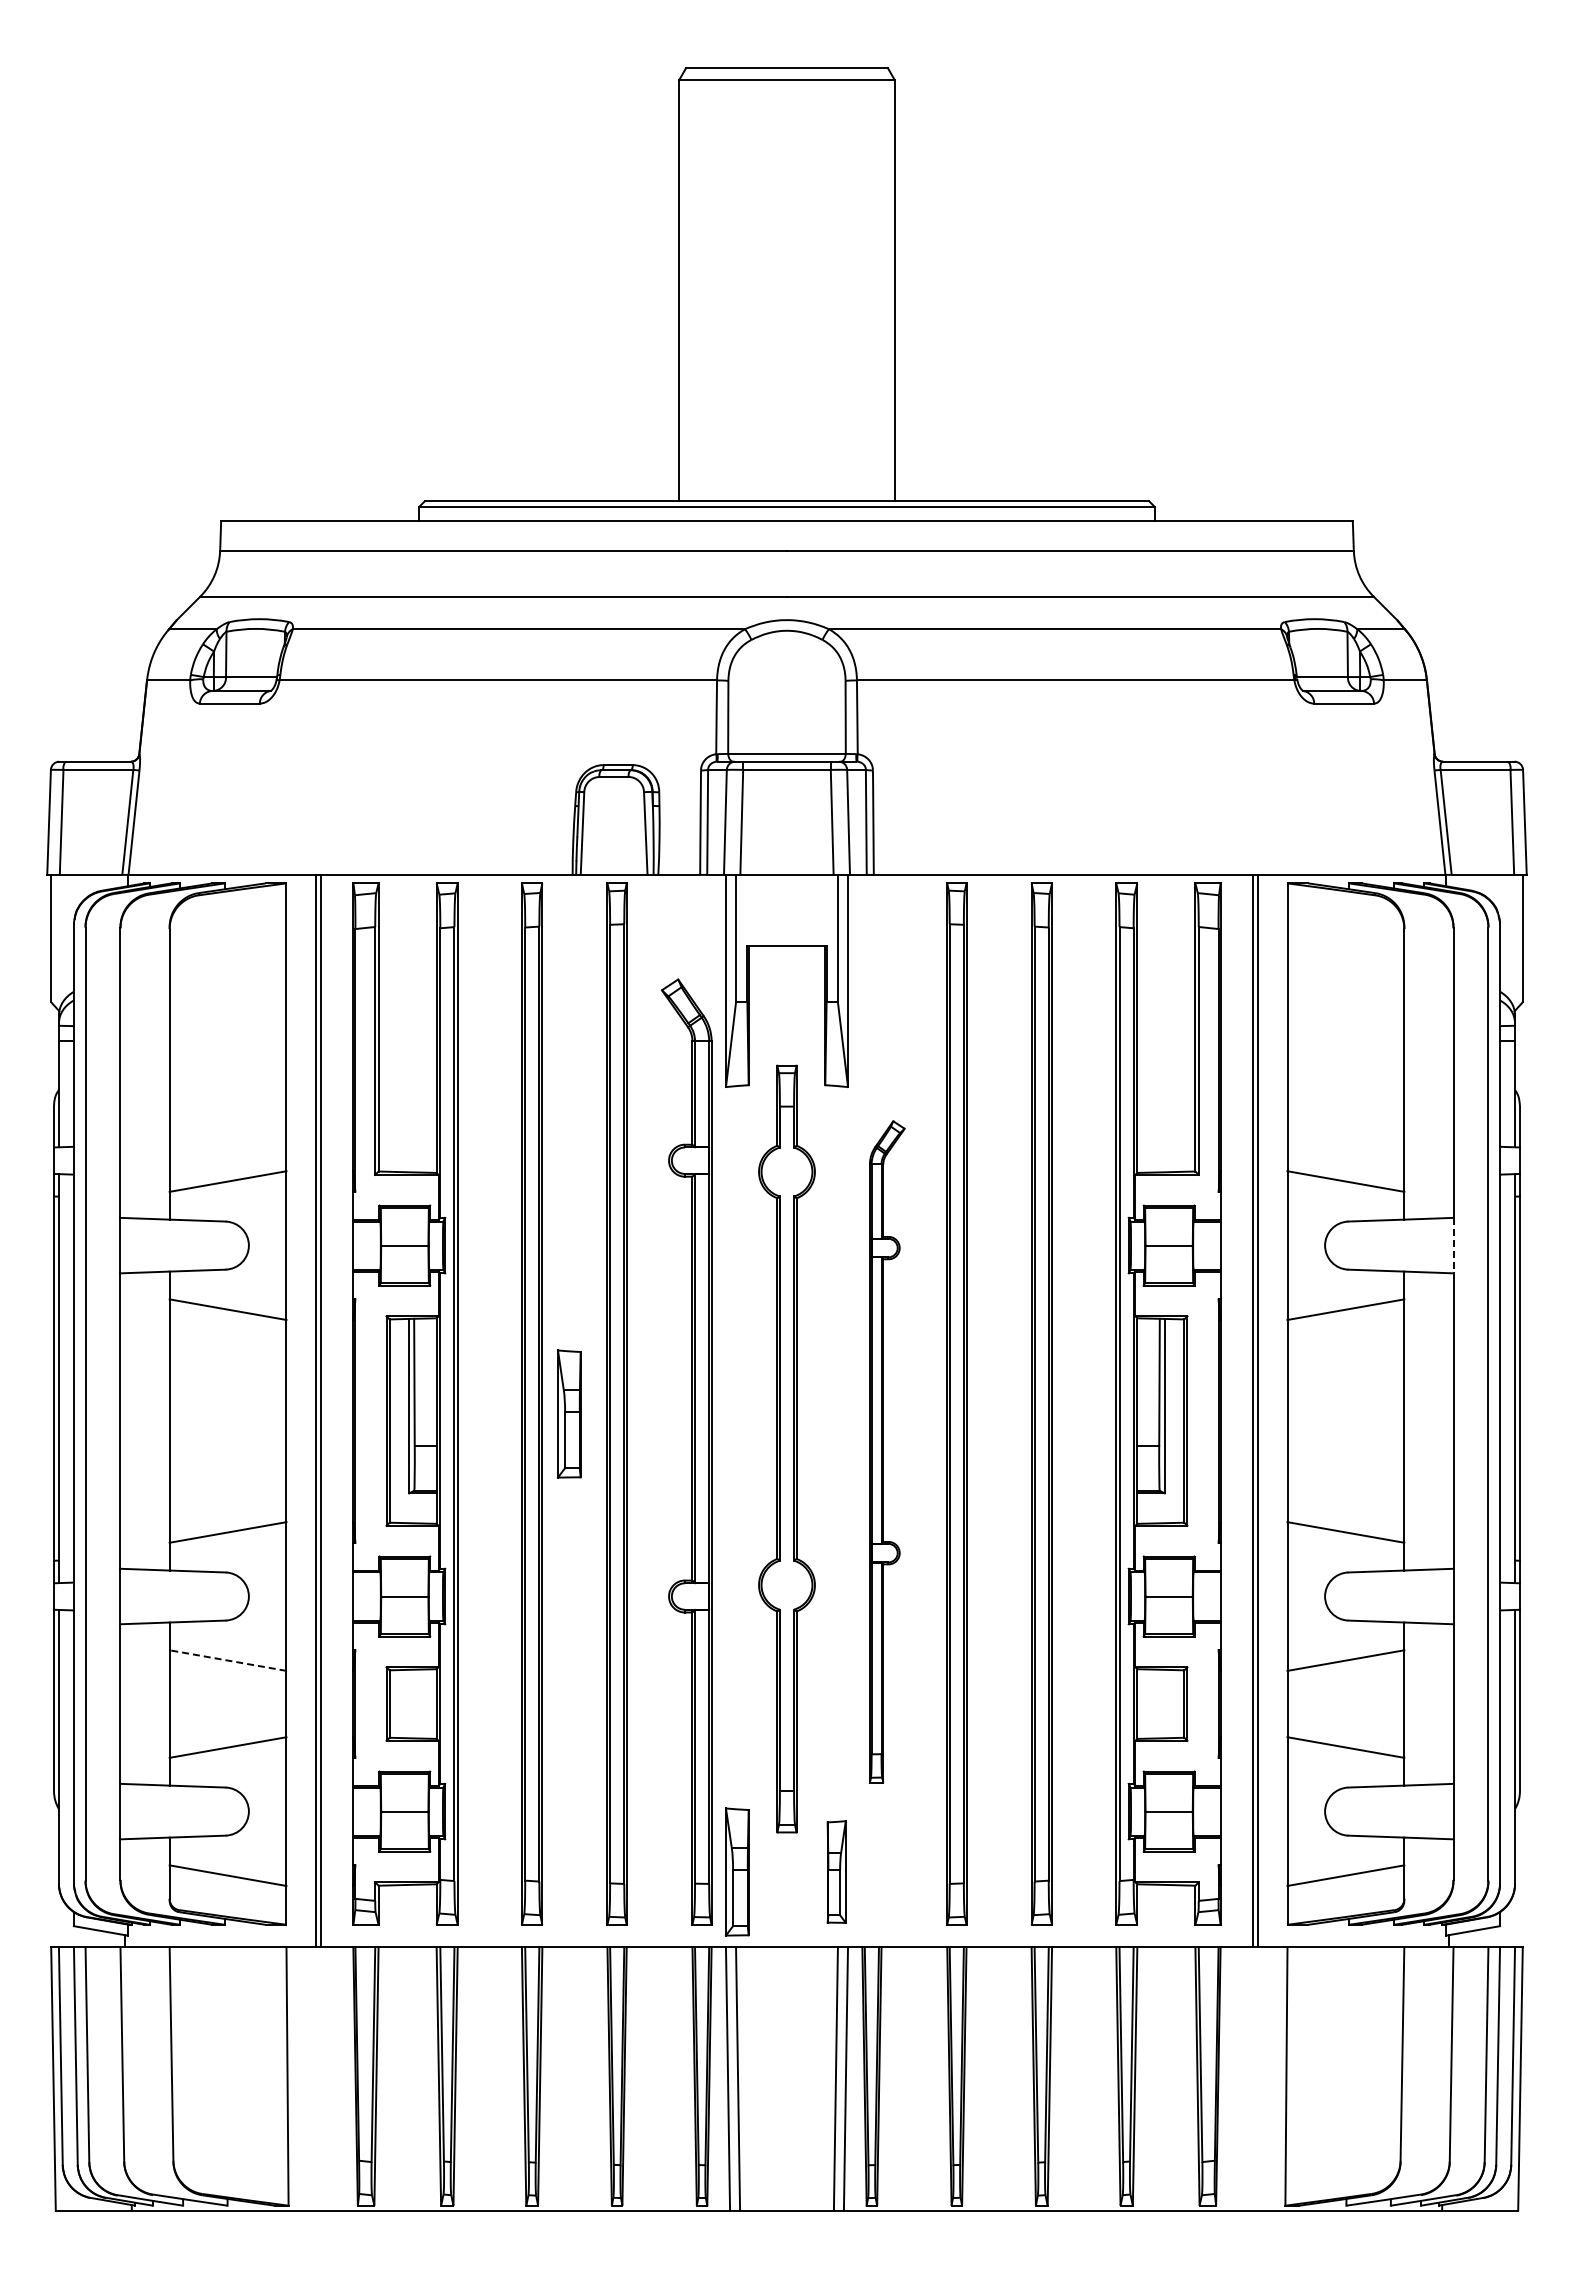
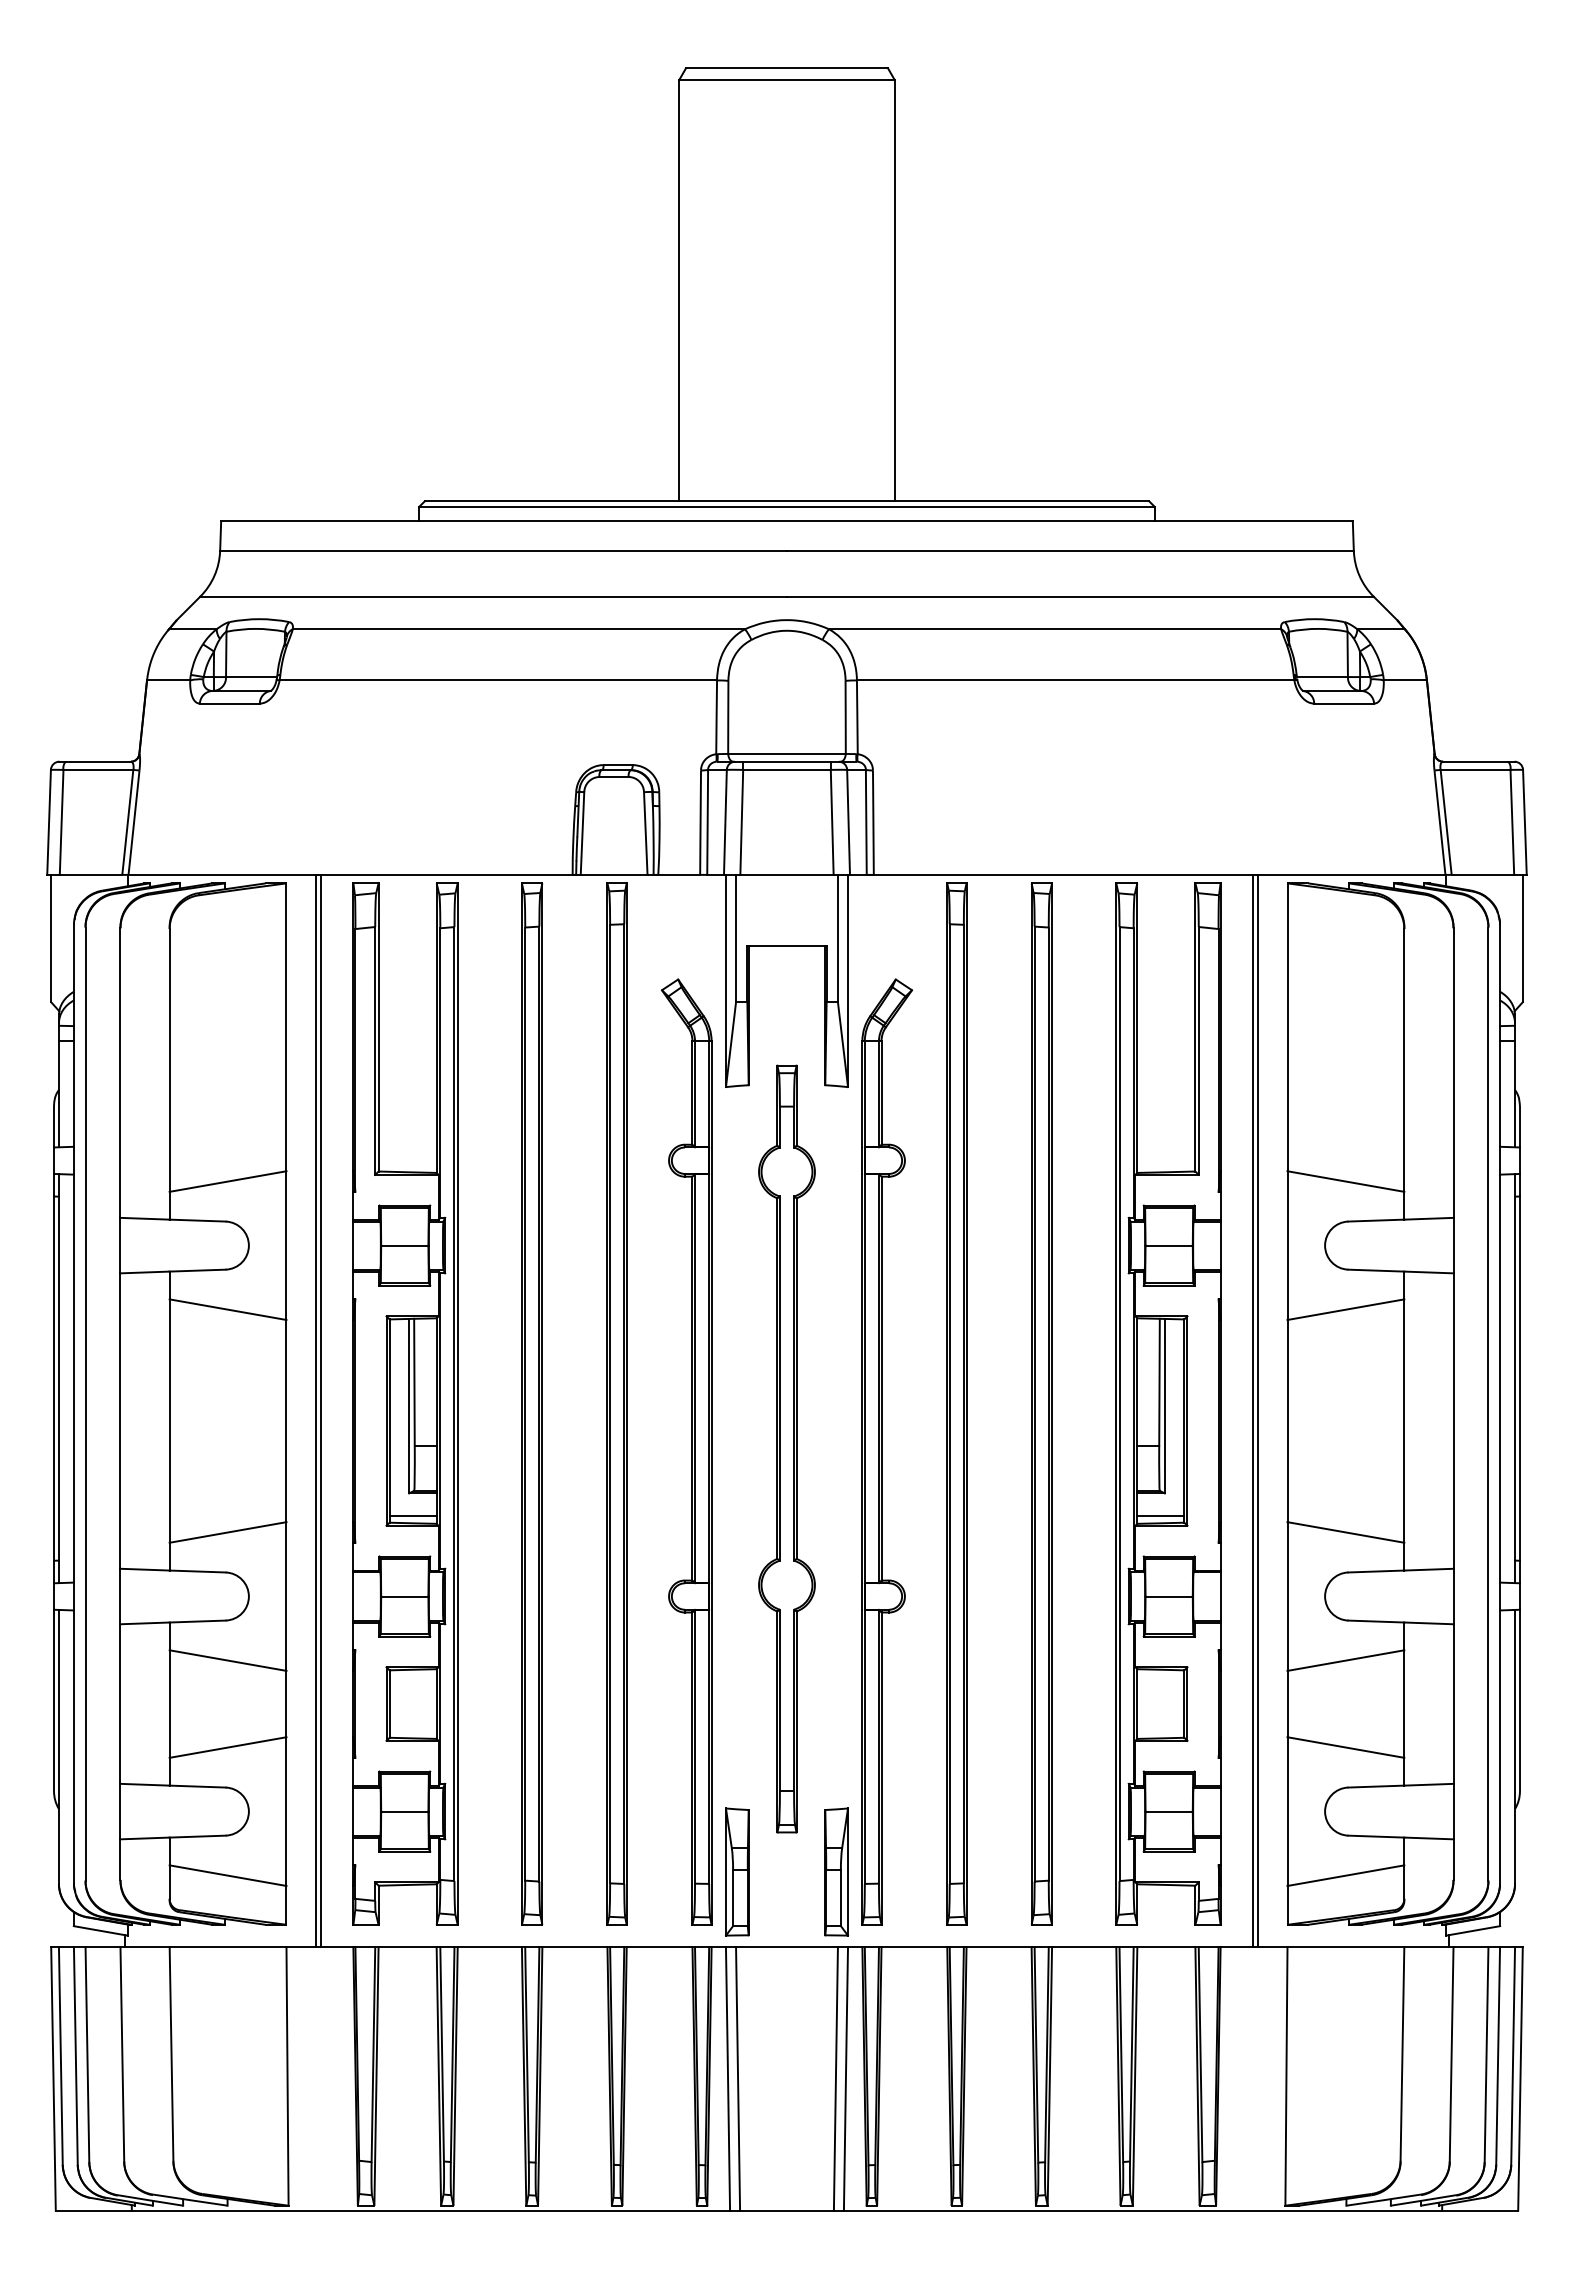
line at (1453, 1245): dashed -> solid
part at (568, 1413): present -> none
part at (887, 1451) size: 37x664 px -> 53x948 px
line at (412, 1515): none -> present
line at (1160, 1515): none -> present
line at (227, 1660): dashed -> solid
part at (836, 1871) size: 21x104 px -> 26x130 px
